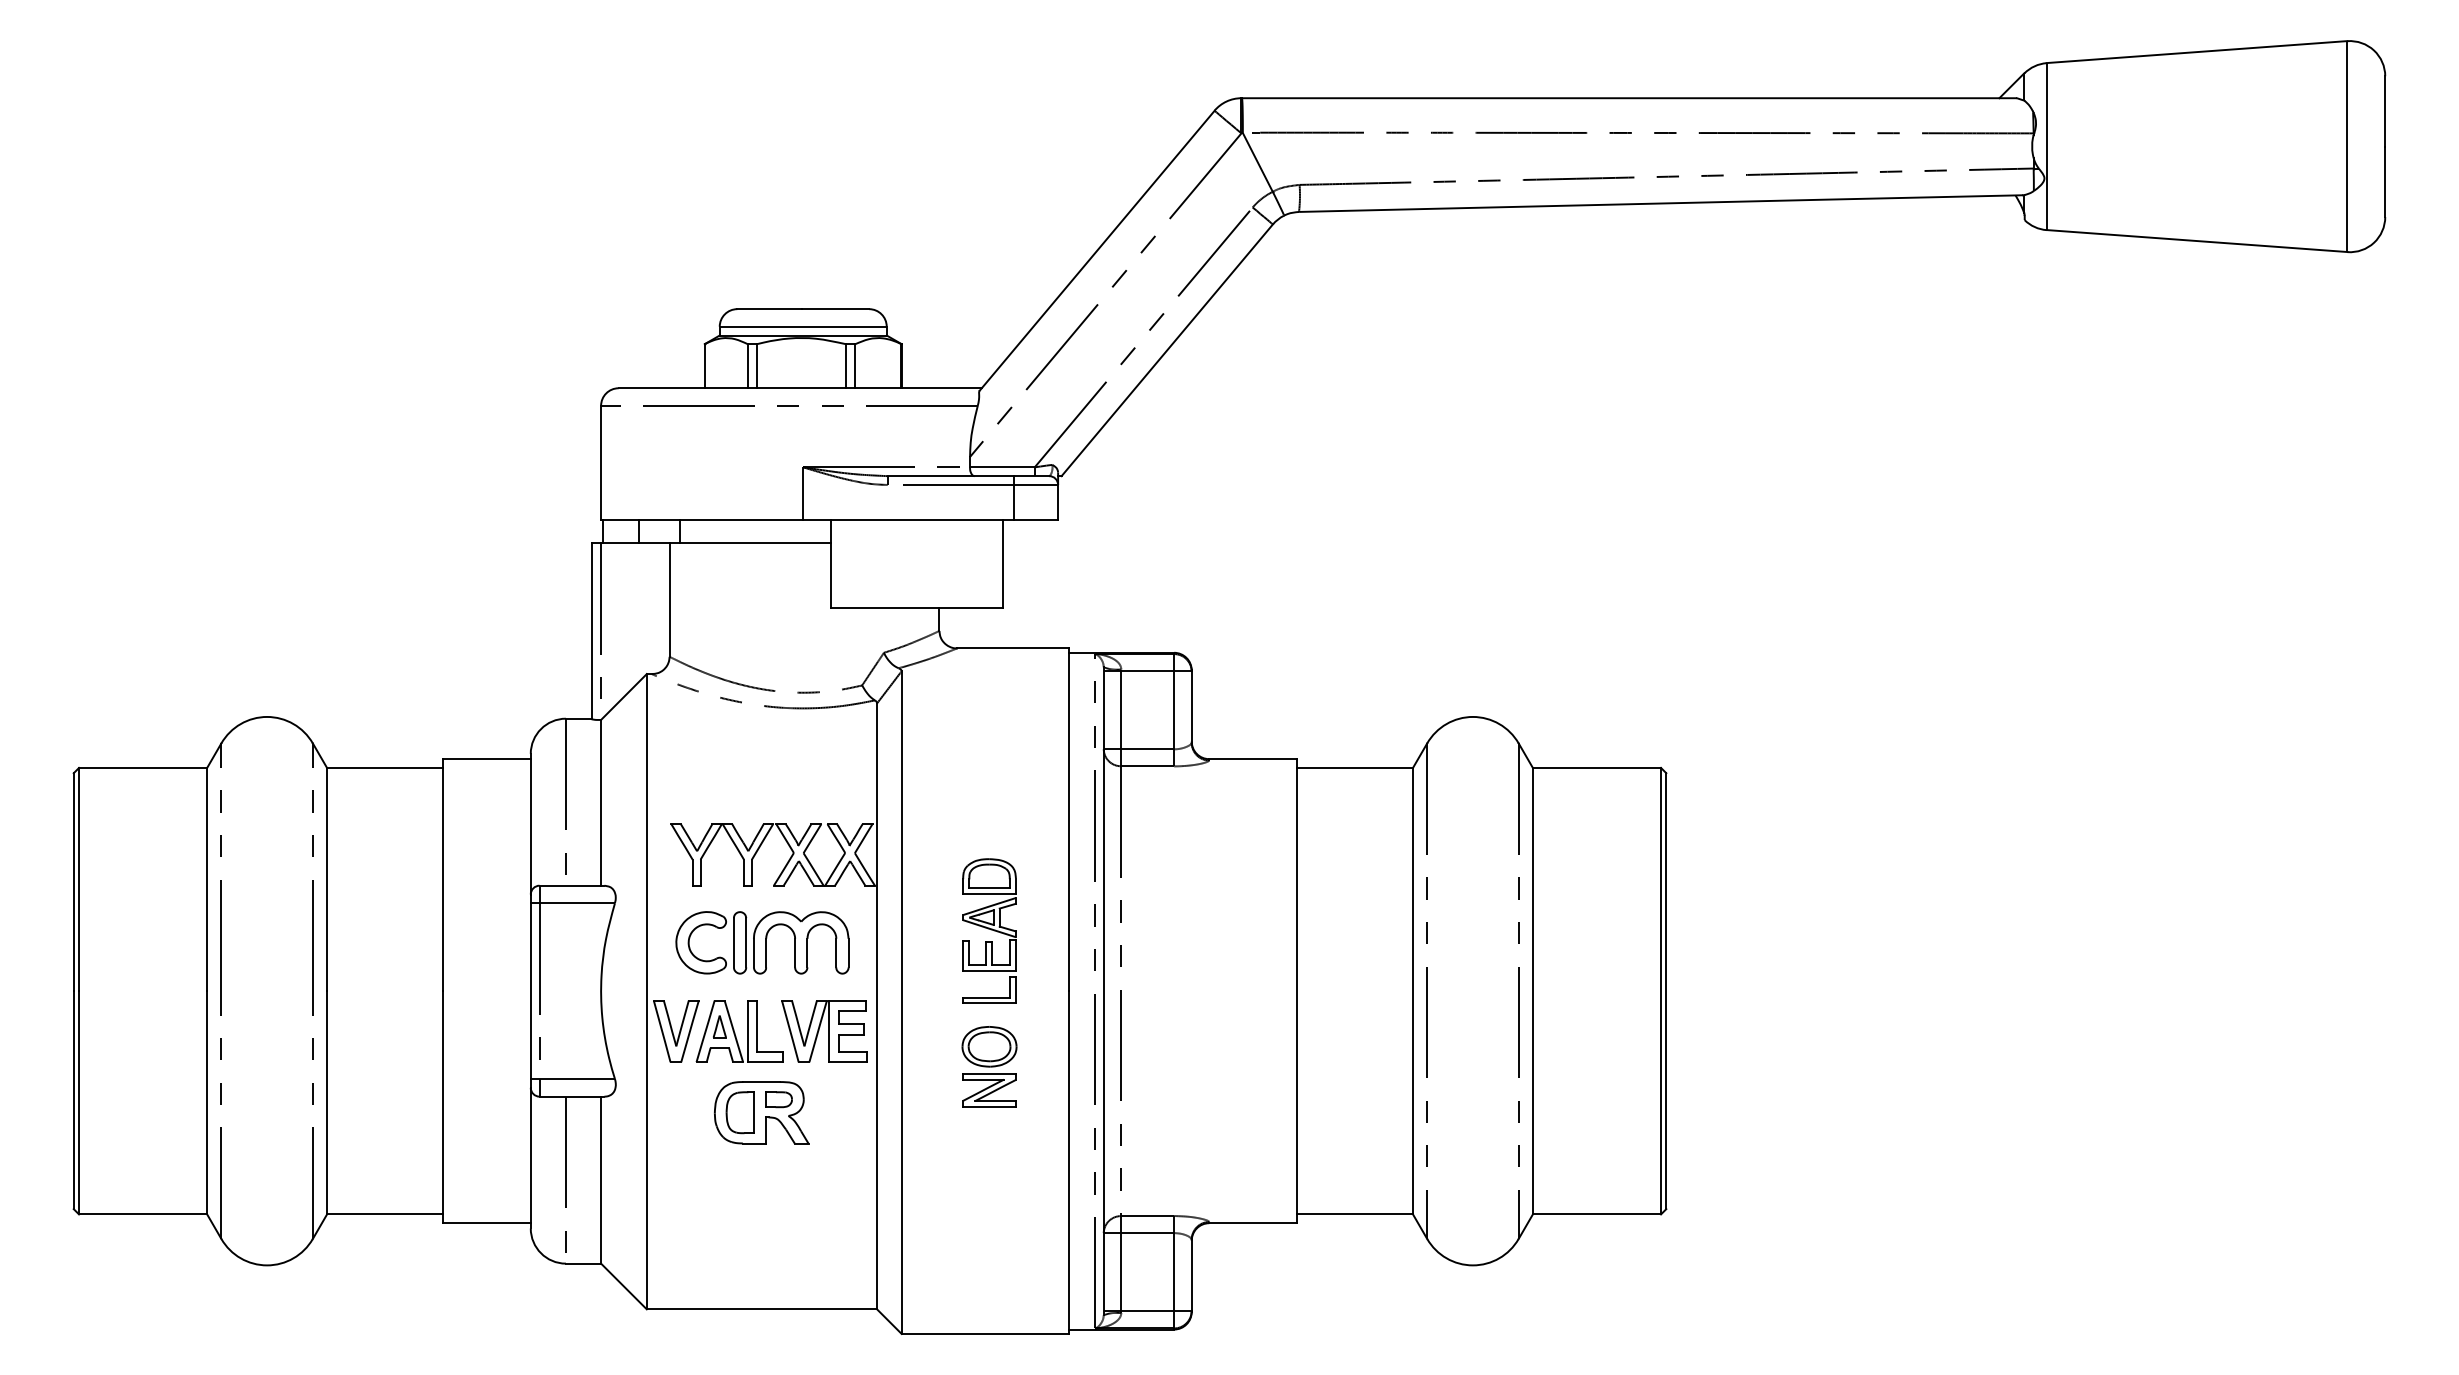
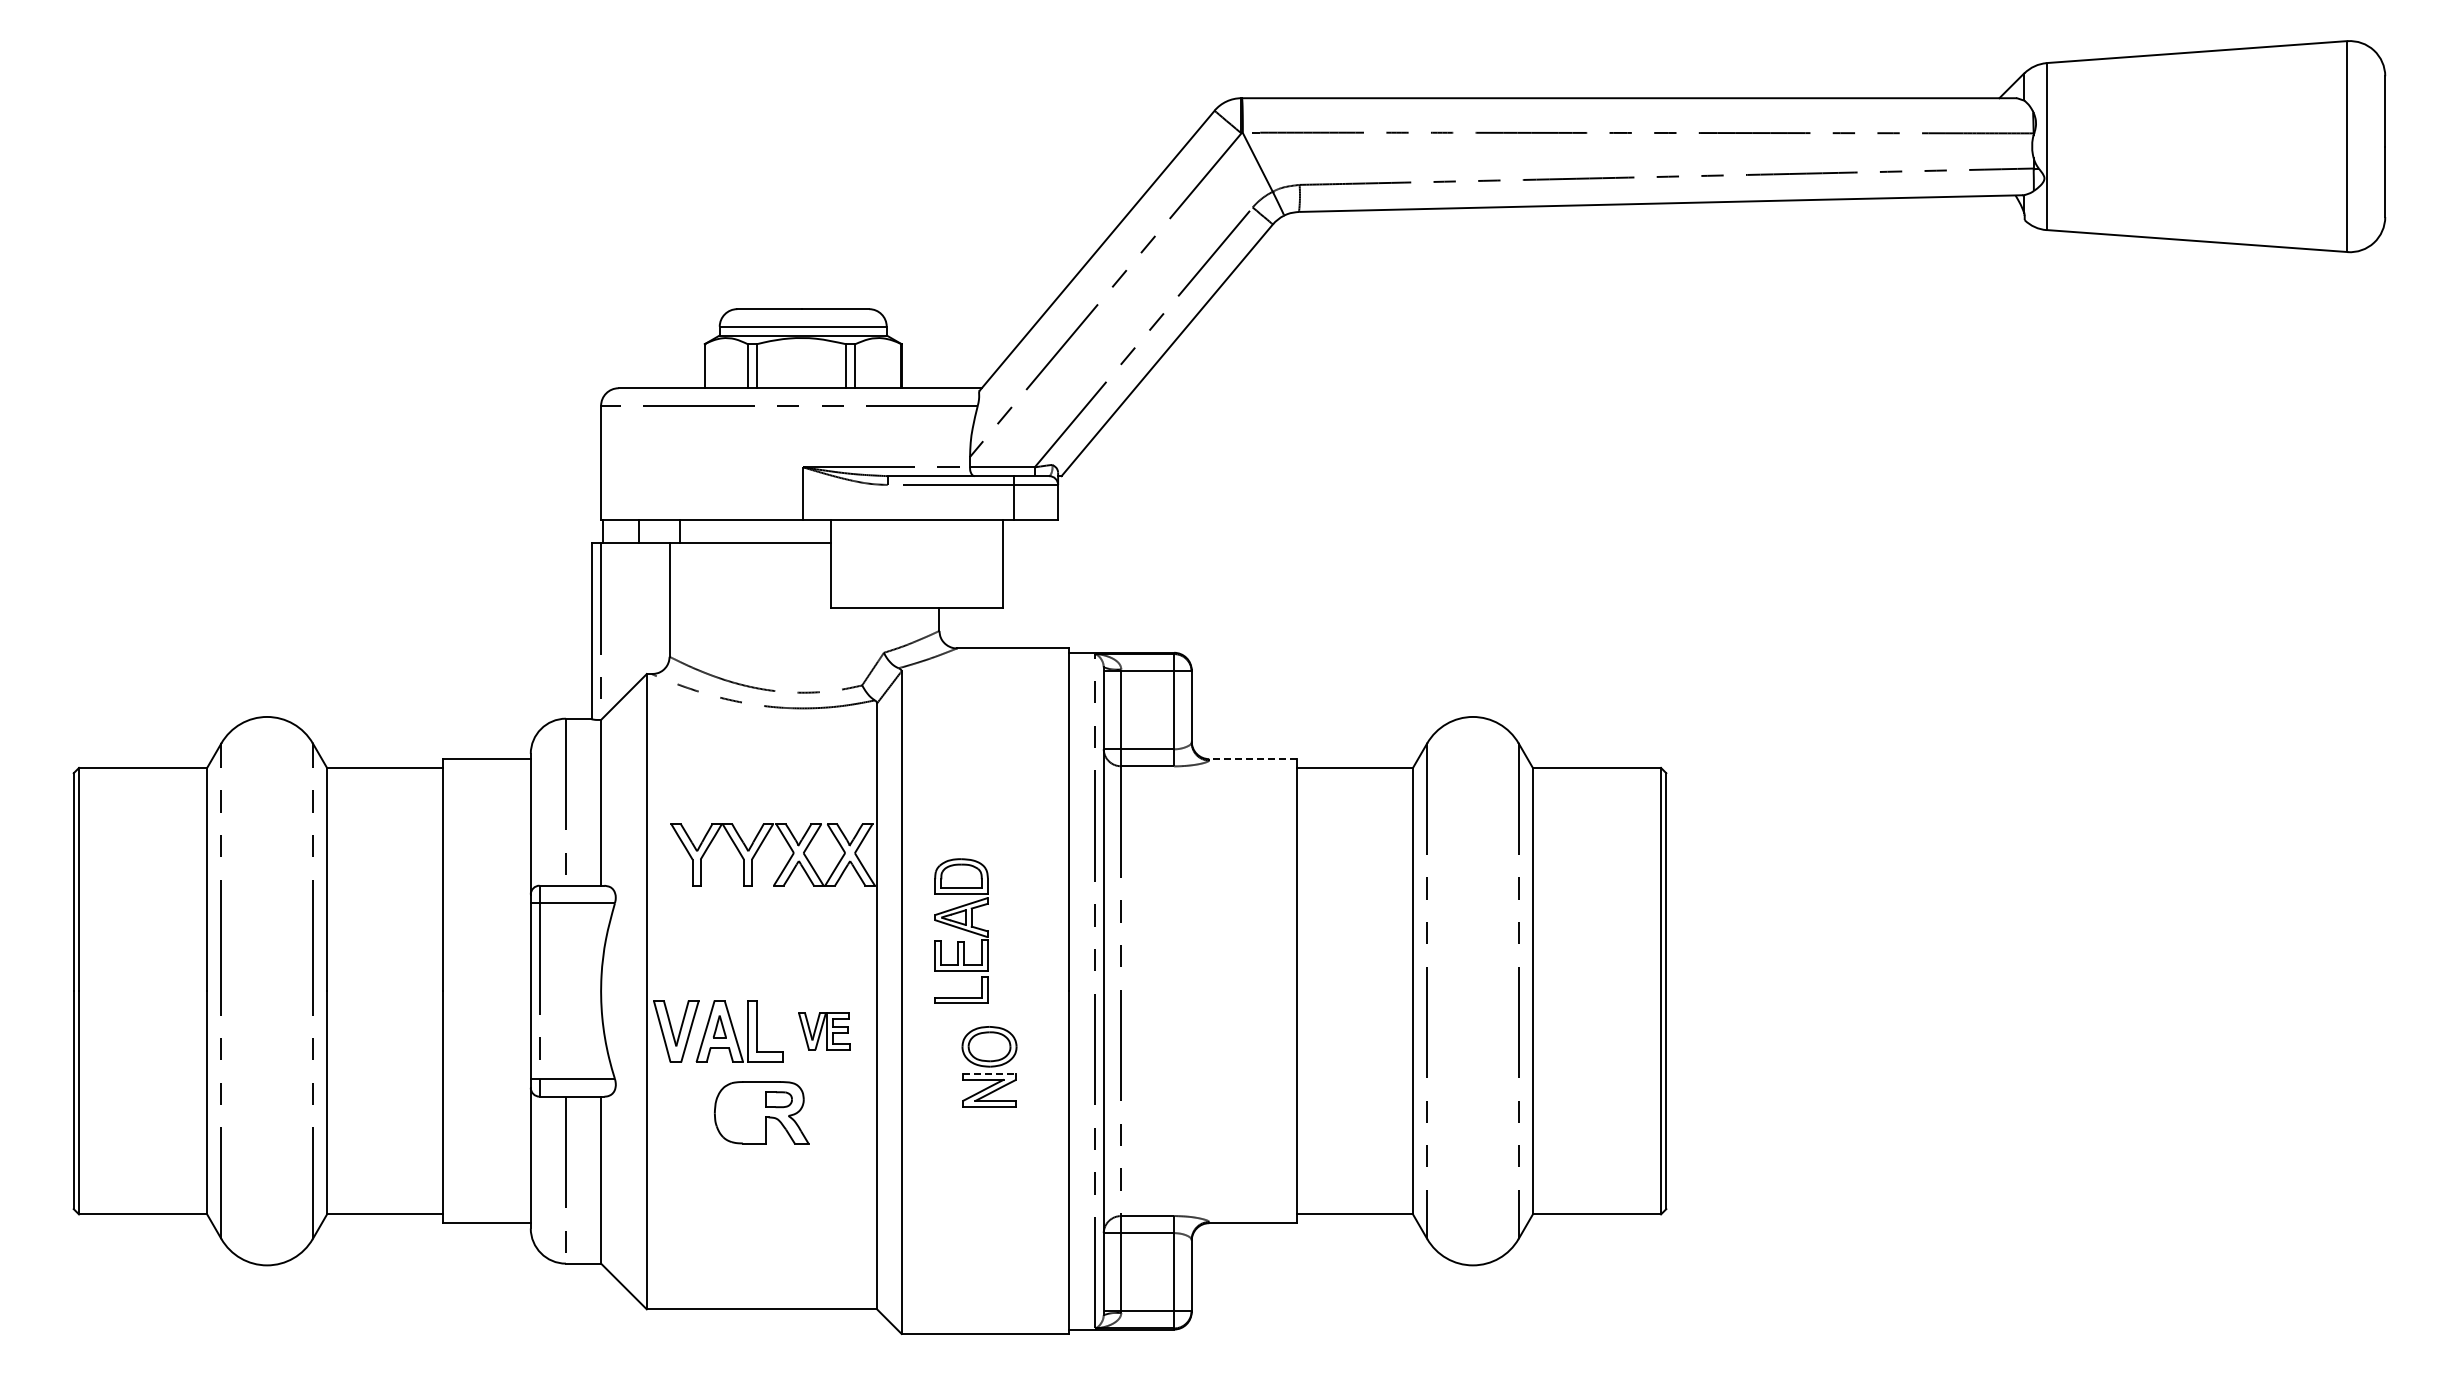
line at (1253, 759): solid -> dashed
part at (989, 930) position: (989, 930) -> (961, 930)
part at (762, 942): present -> none
part at (824, 1031) size: 87x63 px -> 53x39 px
line at (990, 1074): solid -> dashed
part at (739, 1112): present -> none
